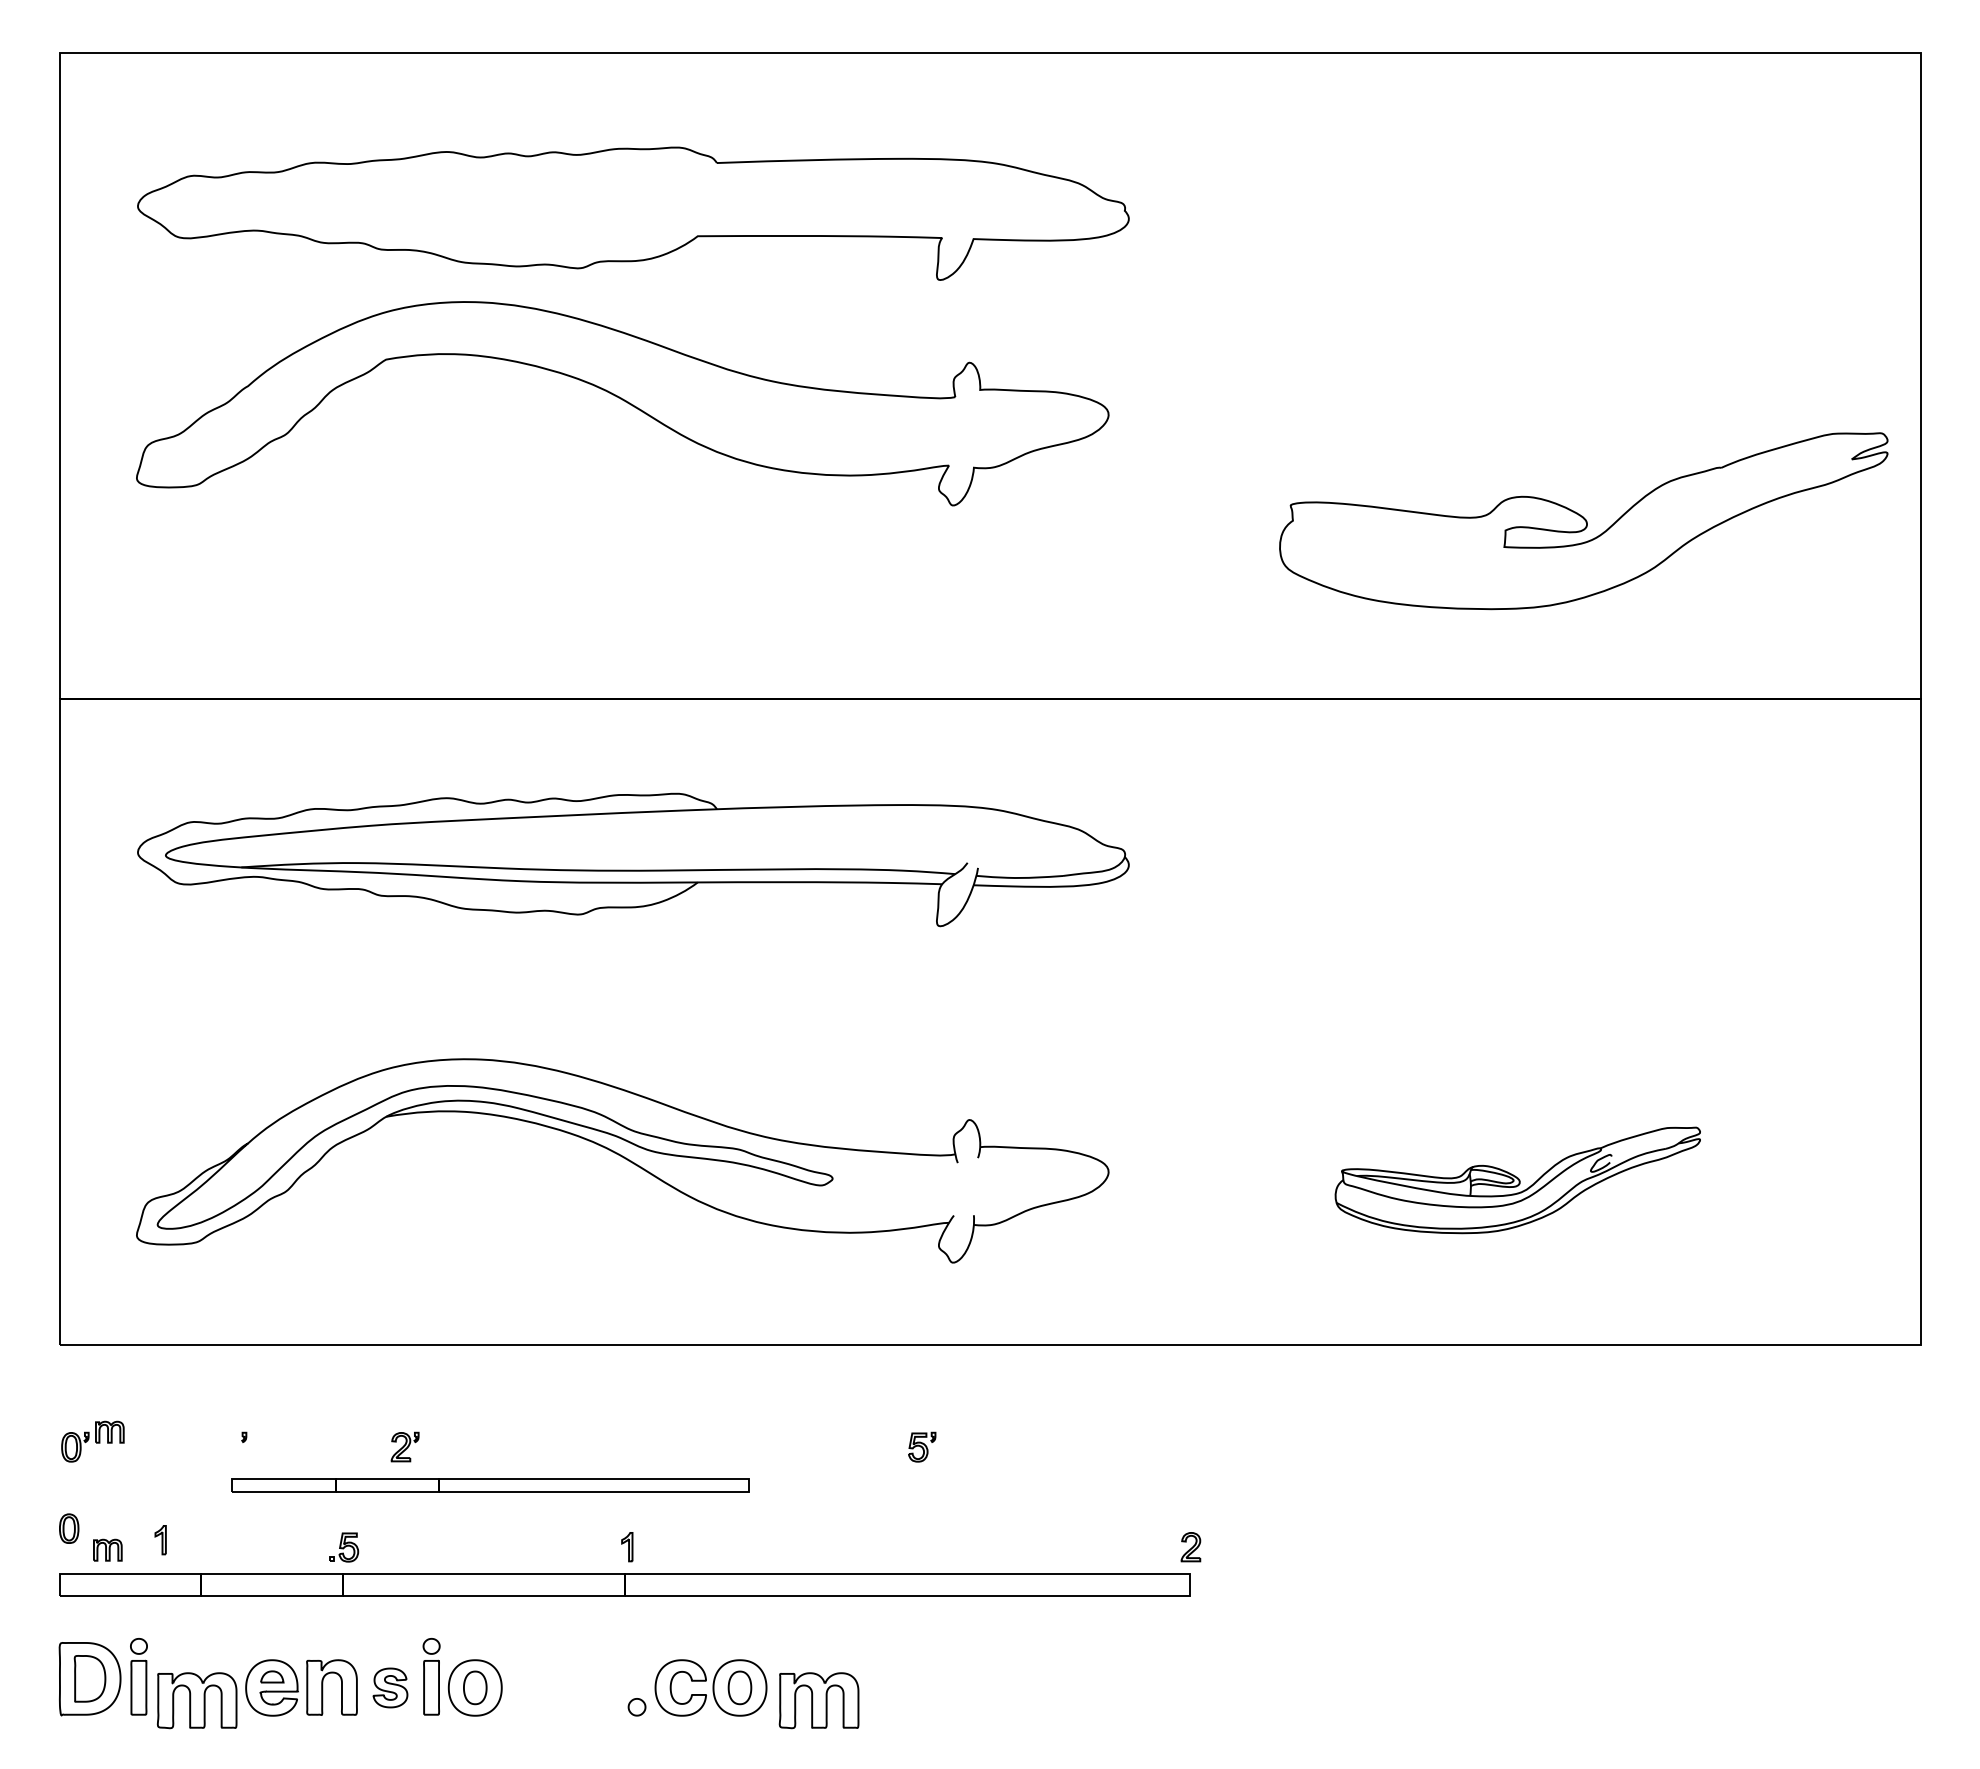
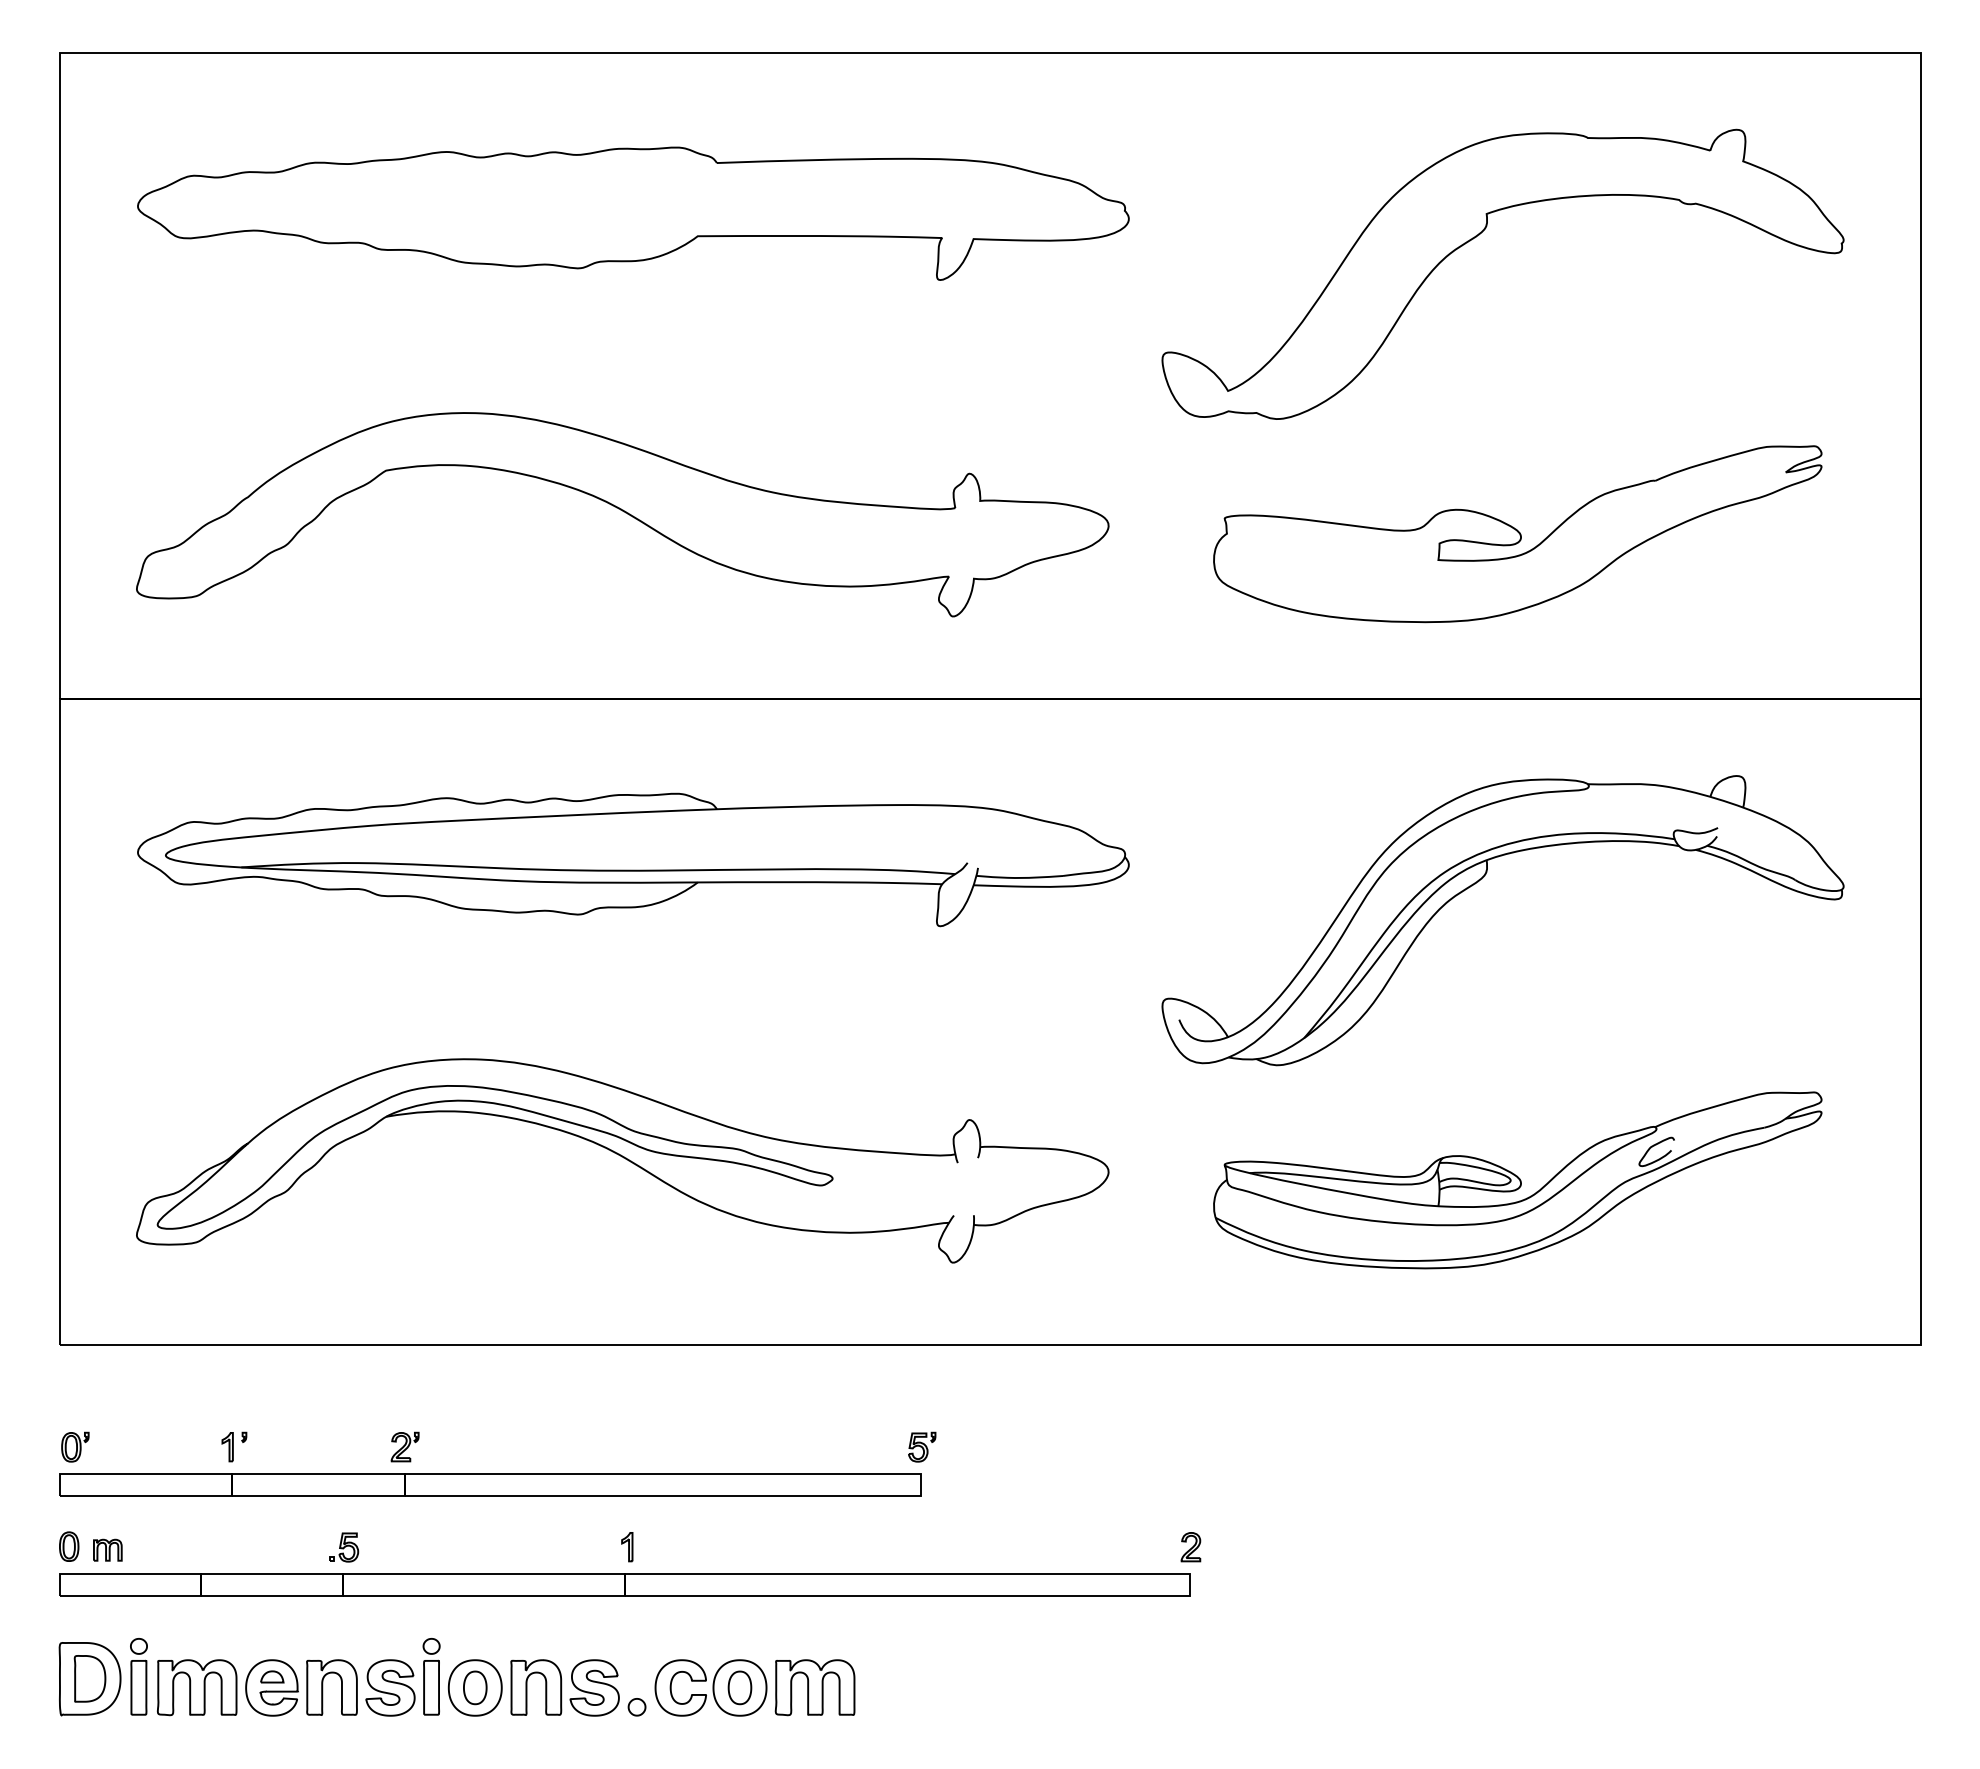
part at (1476, 237): none -> present
part at (622, 403) position: (622, 403) -> (622, 514)
part at (1583, 521) position: (1583, 521) -> (1517, 534)
part at (1478, 882): none -> present
part at (1517, 1180) size: 367x109 px -> 610x179 px
part at (109, 1431): present -> none
part at (490, 1485) size: 519x15 px -> 863x24 px
part at (69, 1528) position: (69, 1528) -> (69, 1546)
part at (160, 1540) position: (160, 1540) -> (227, 1447)
part at (390, 1687) size: 37x42 px -> 51x58 px
part at (564, 1687): none -> present
part at (197, 1700) position: (197, 1700) -> (197, 1687)
part at (818, 1700) position: (818, 1700) -> (814, 1687)
